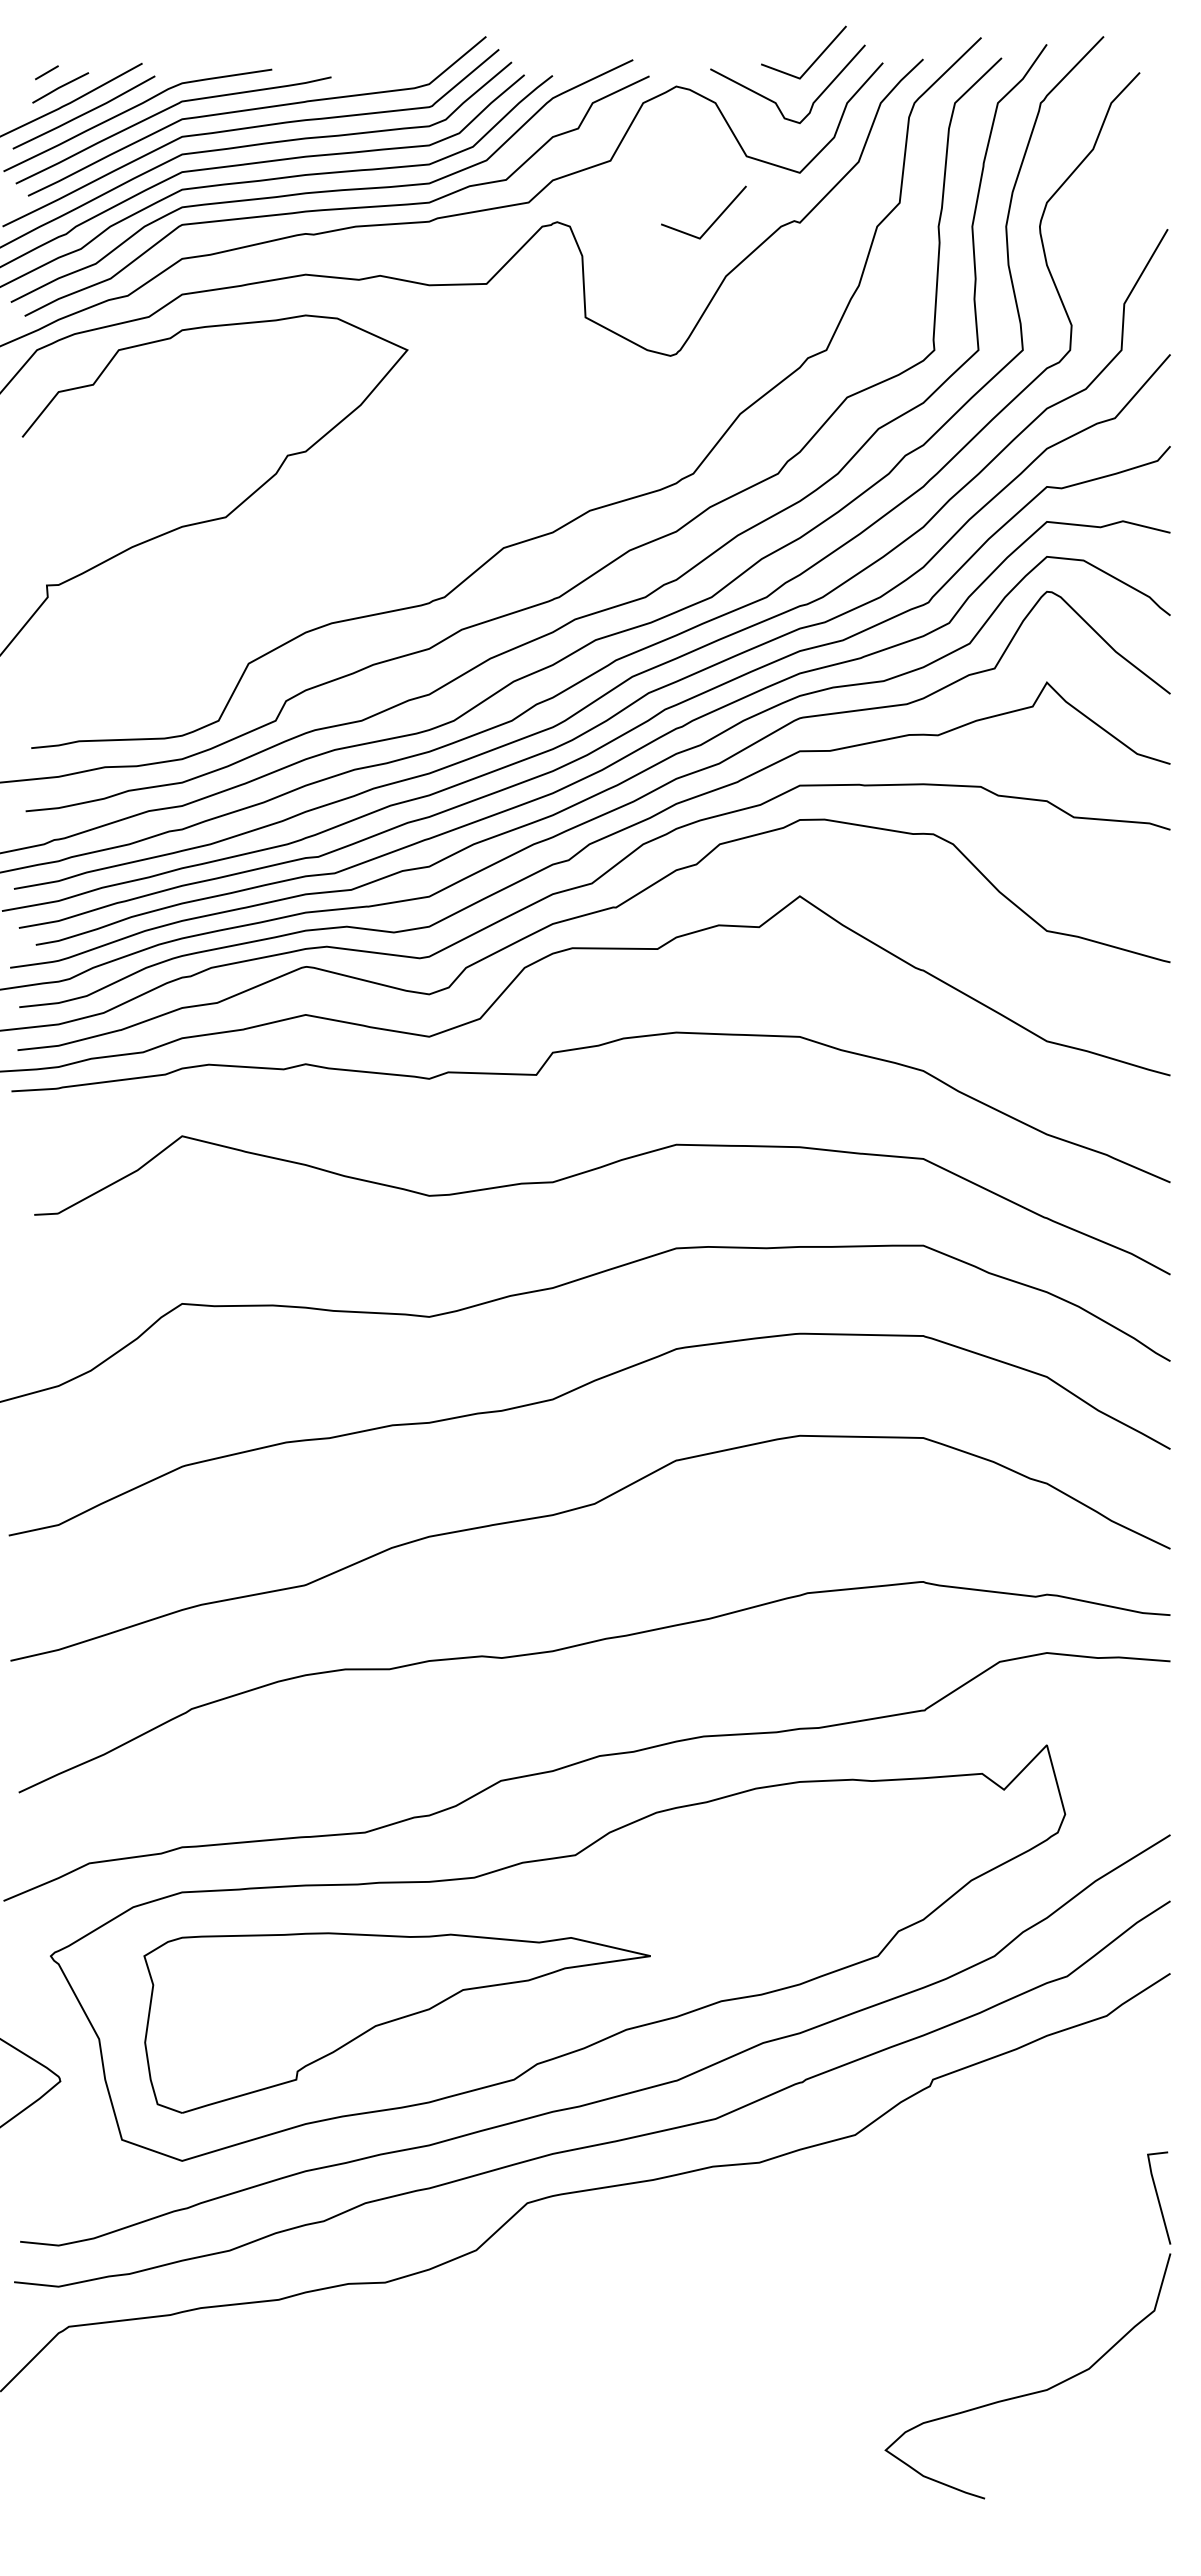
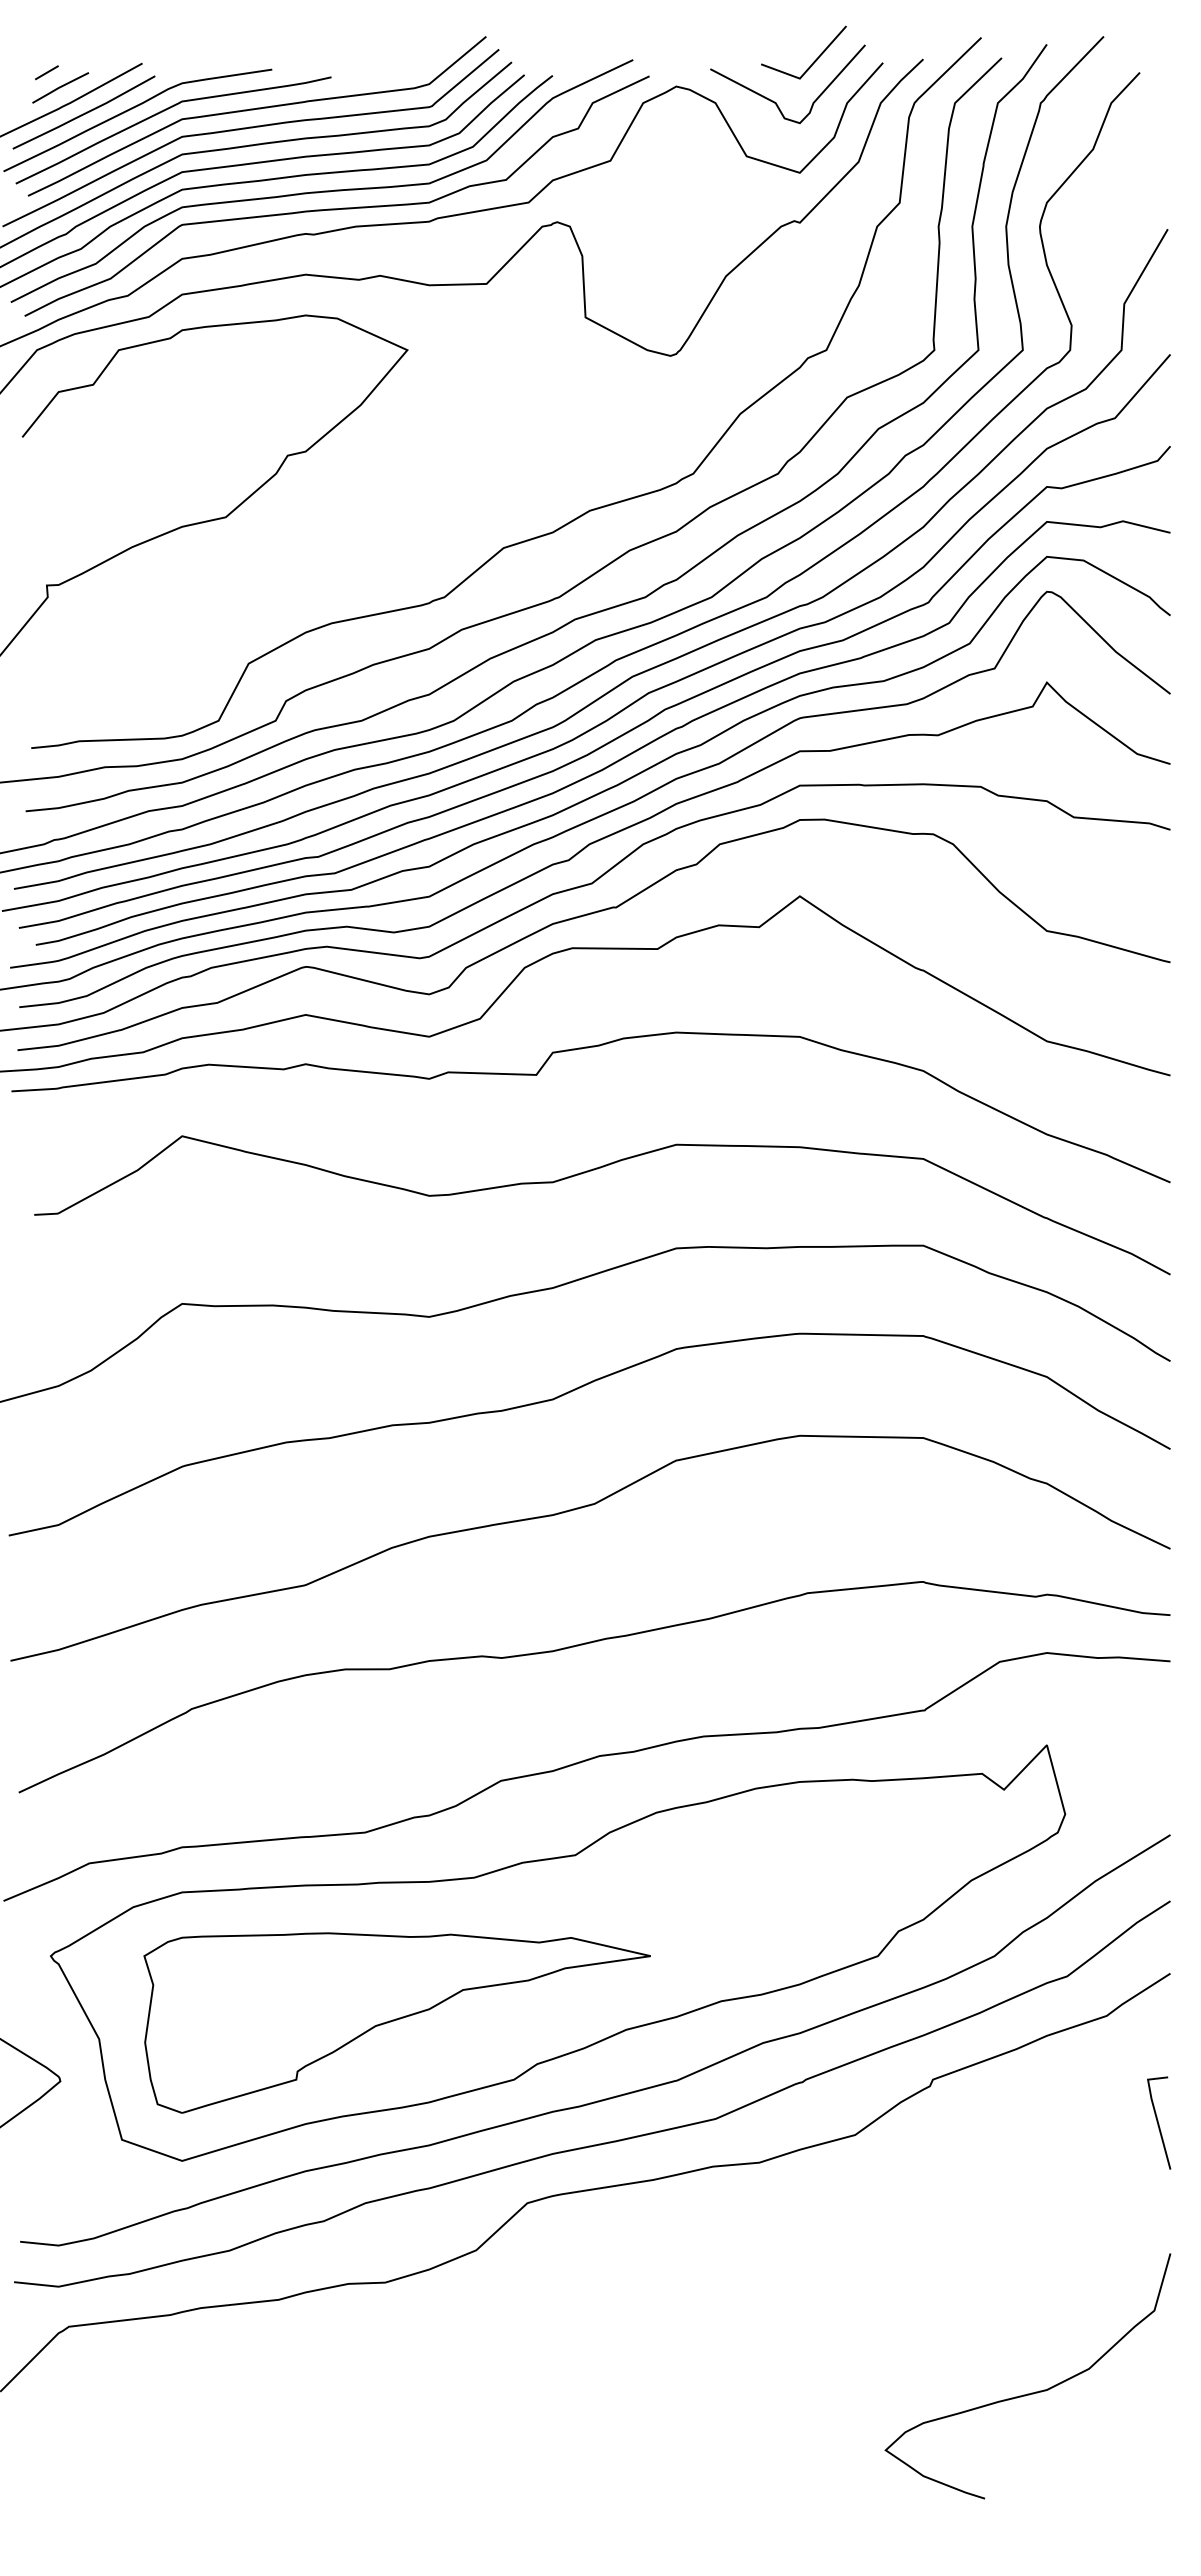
line at (713, 221): present -> none
line at (1158, 2197) position: (1158, 2197) -> (1158, 2122)
